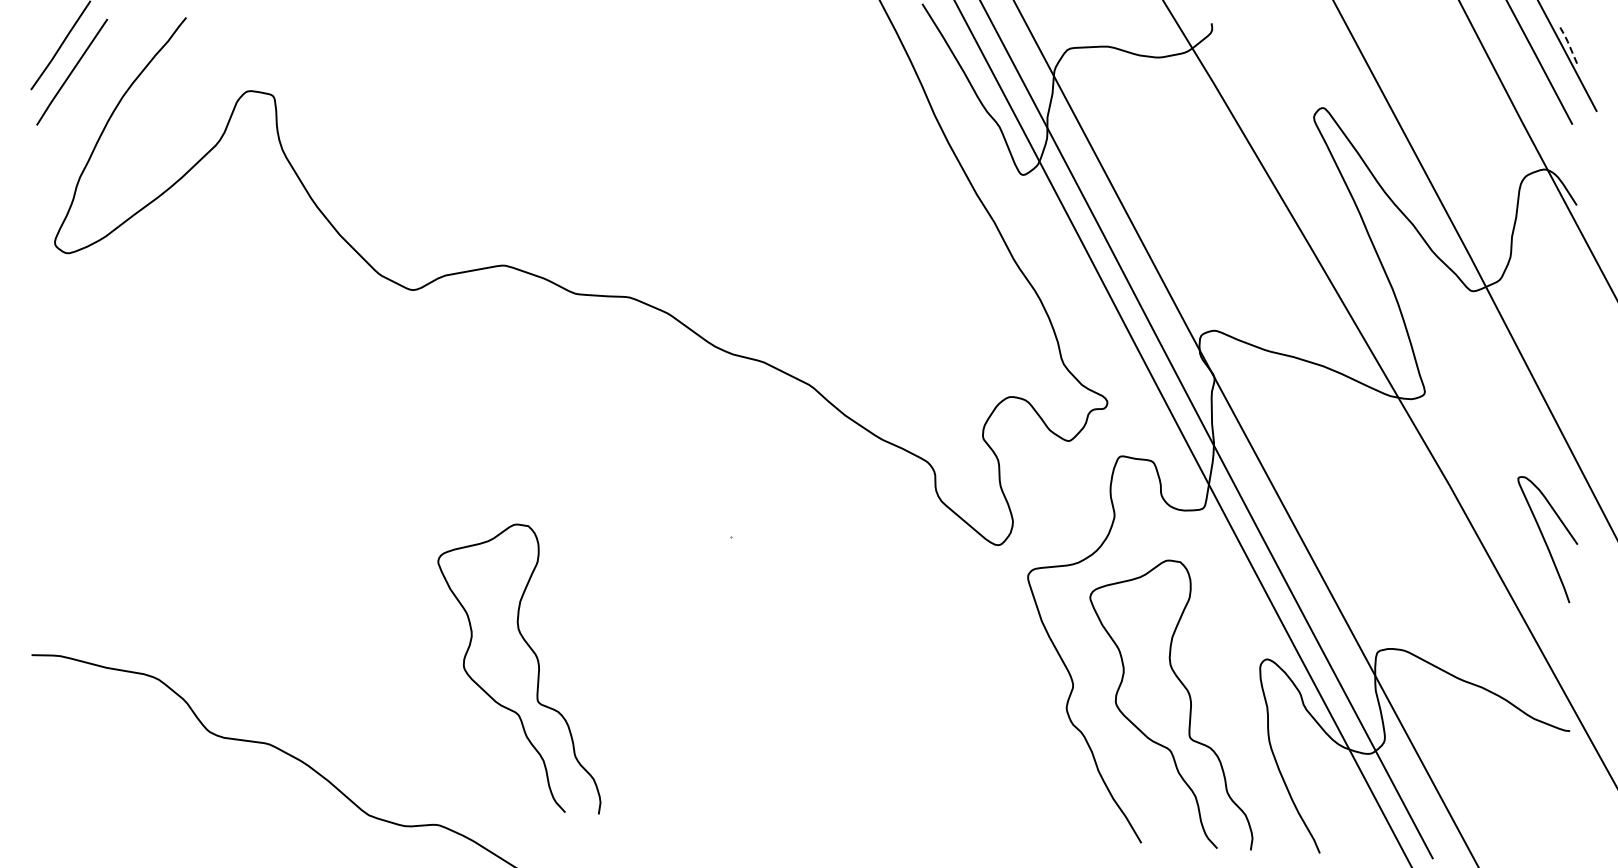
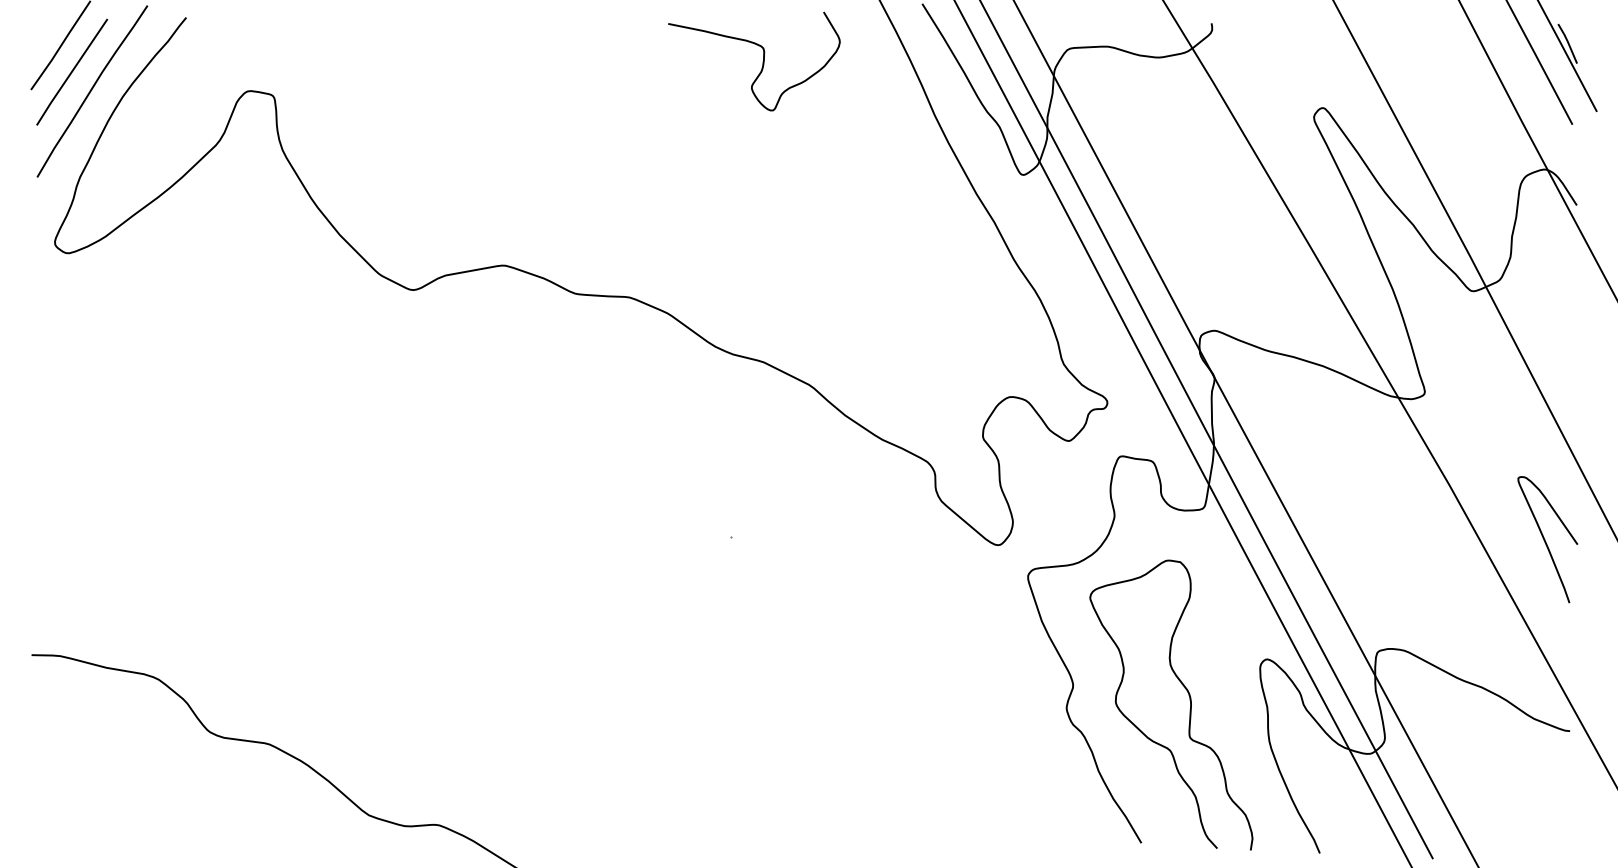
line at (1567, 41): dashed -> solid
curve at (762, 61): none -> present
curve at (92, 90): none -> present
curve at (537, 664): present -> none
